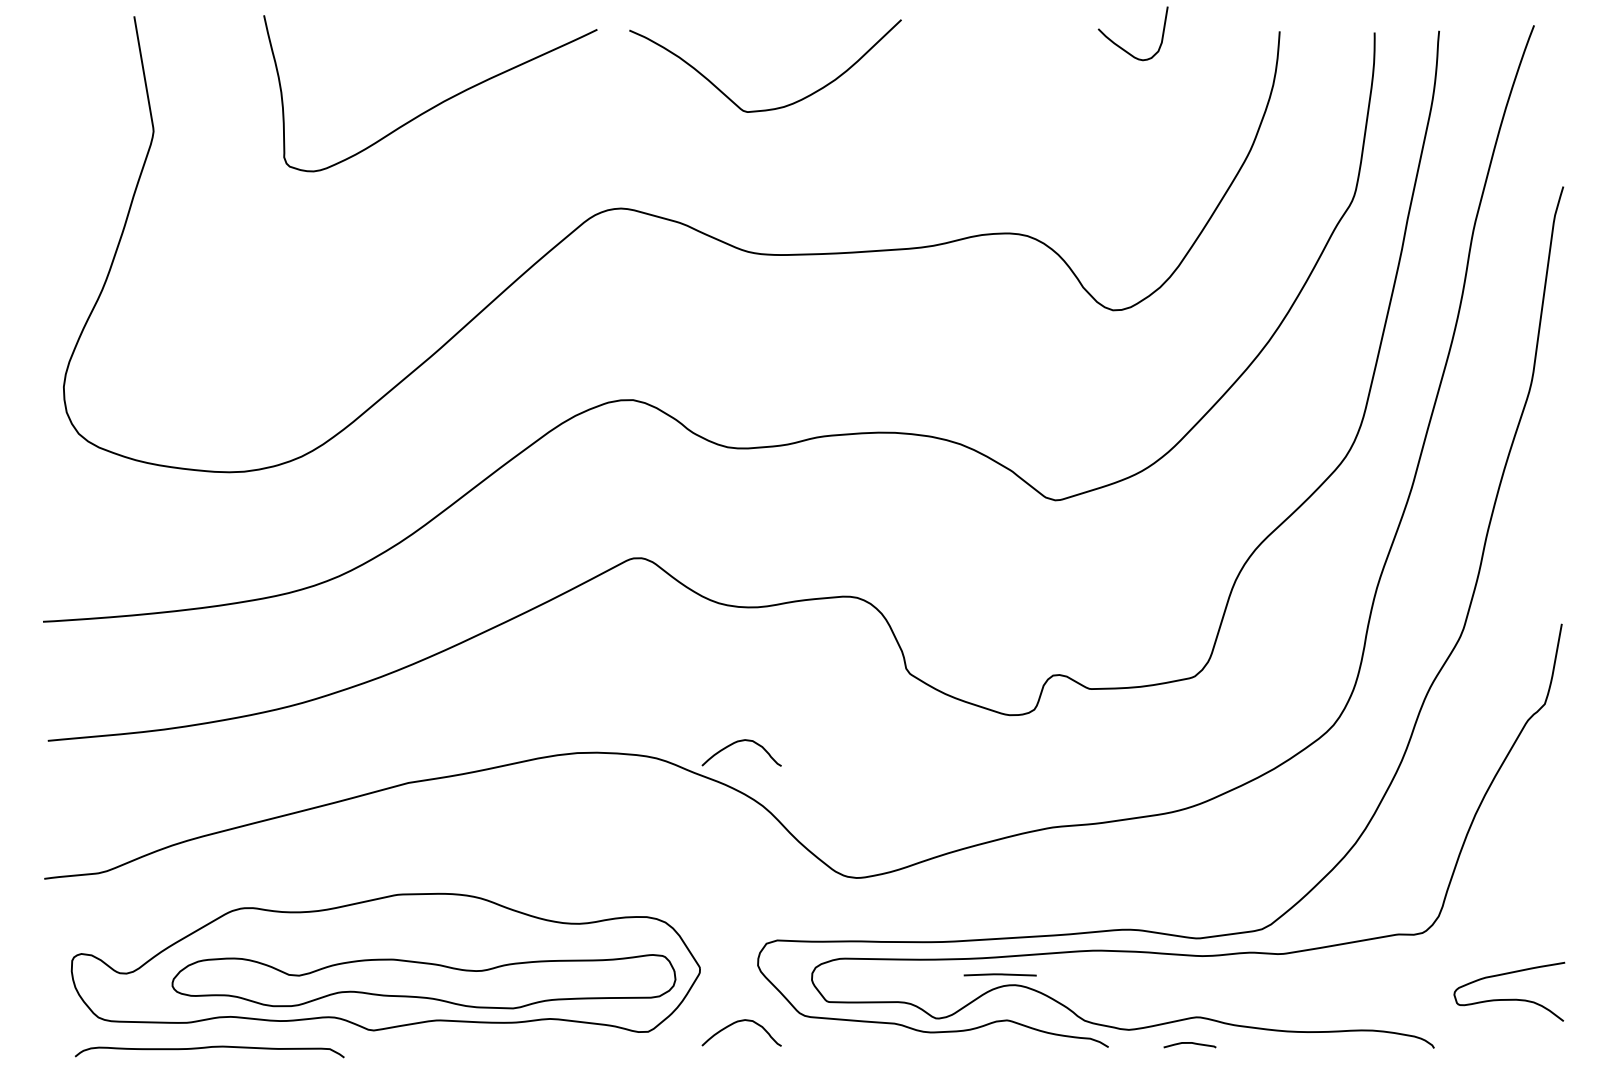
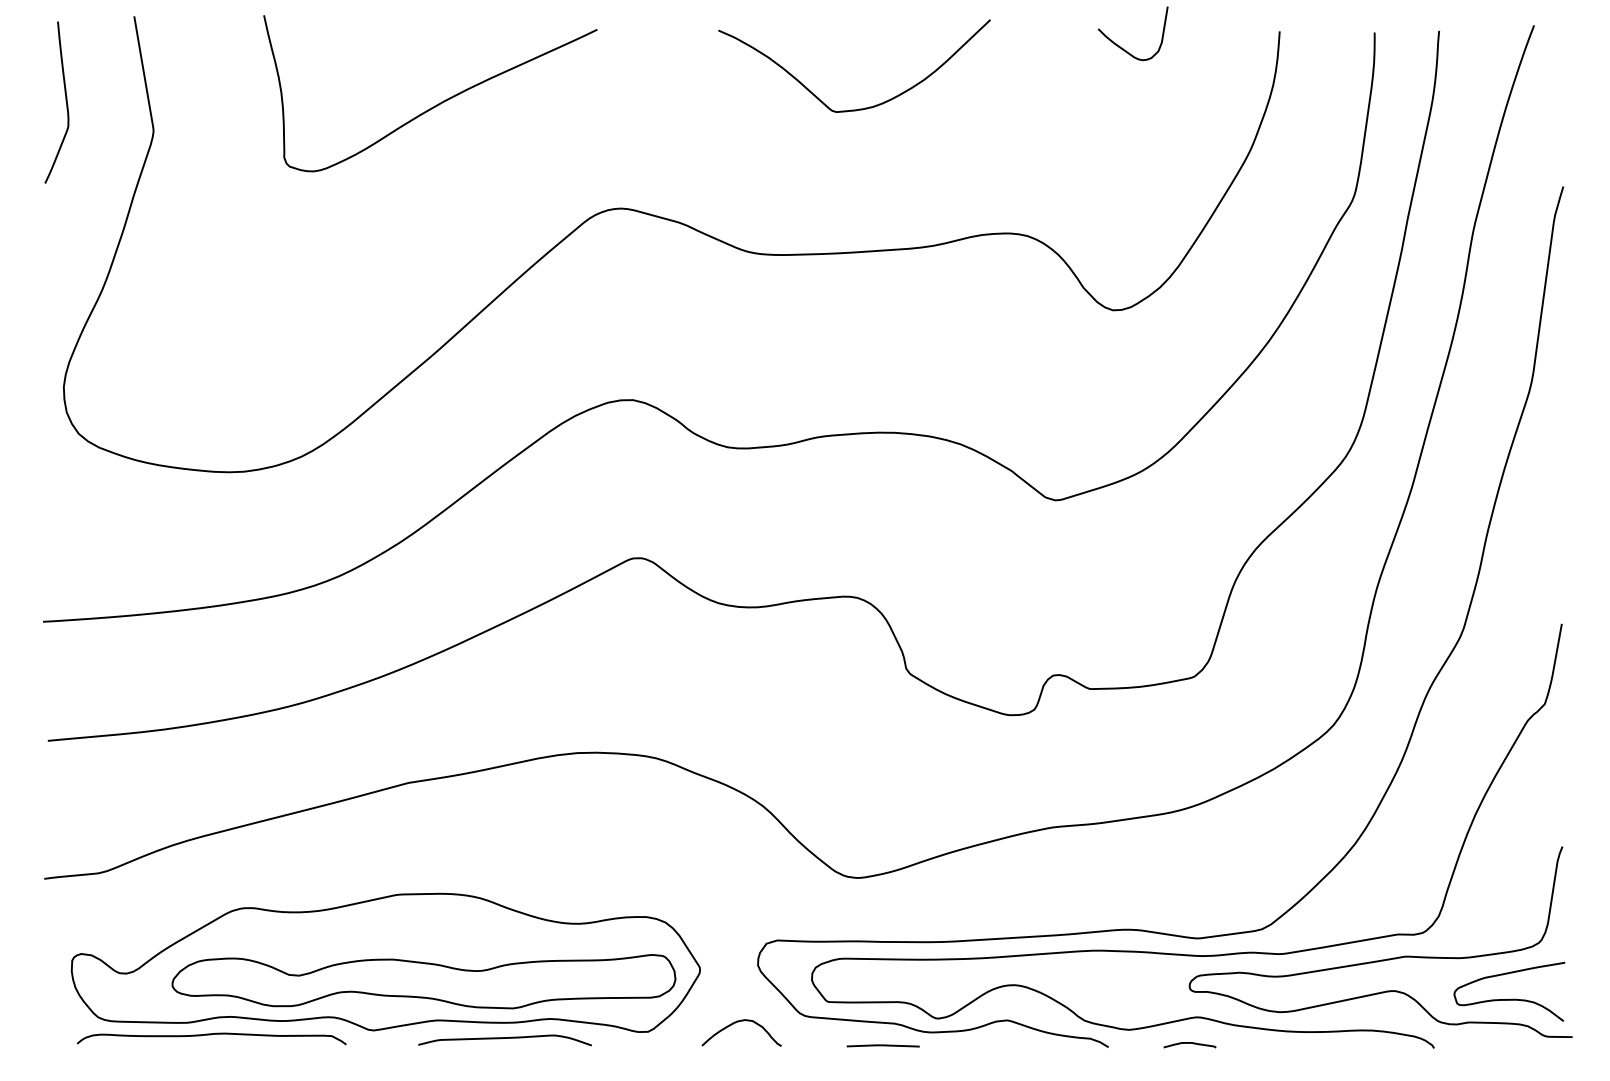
curve at (65, 101): none -> present
curve at (770, 108) position: (770, 108) -> (859, 108)
curve at (738, 742): present -> none
curve at (1381, 959): none -> present
line at (999, 974) position: (999, 974) -> (882, 1045)
curve at (504, 1038): none -> present
curve at (209, 1048) position: (209, 1048) -> (211, 1035)
